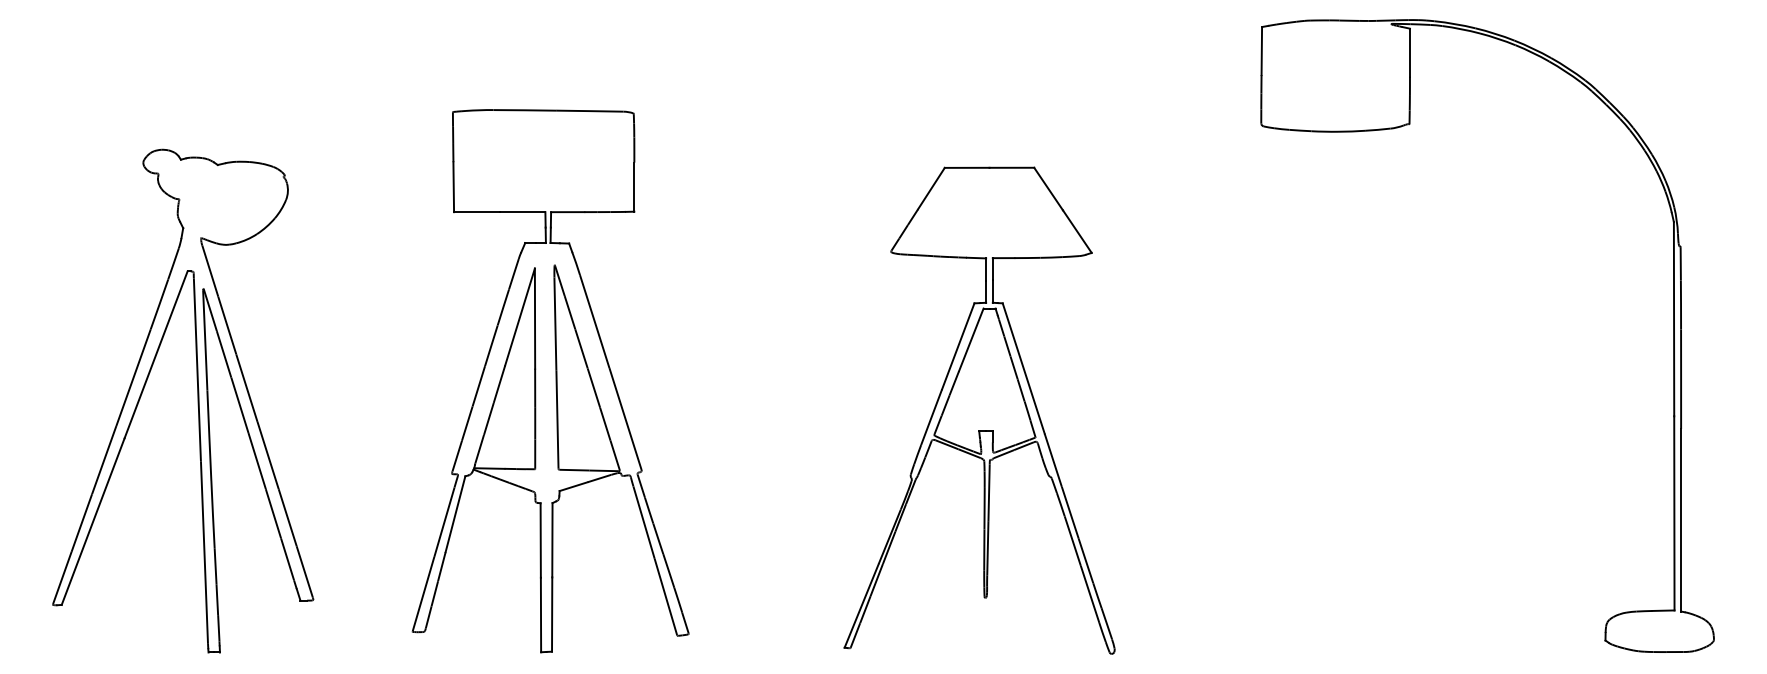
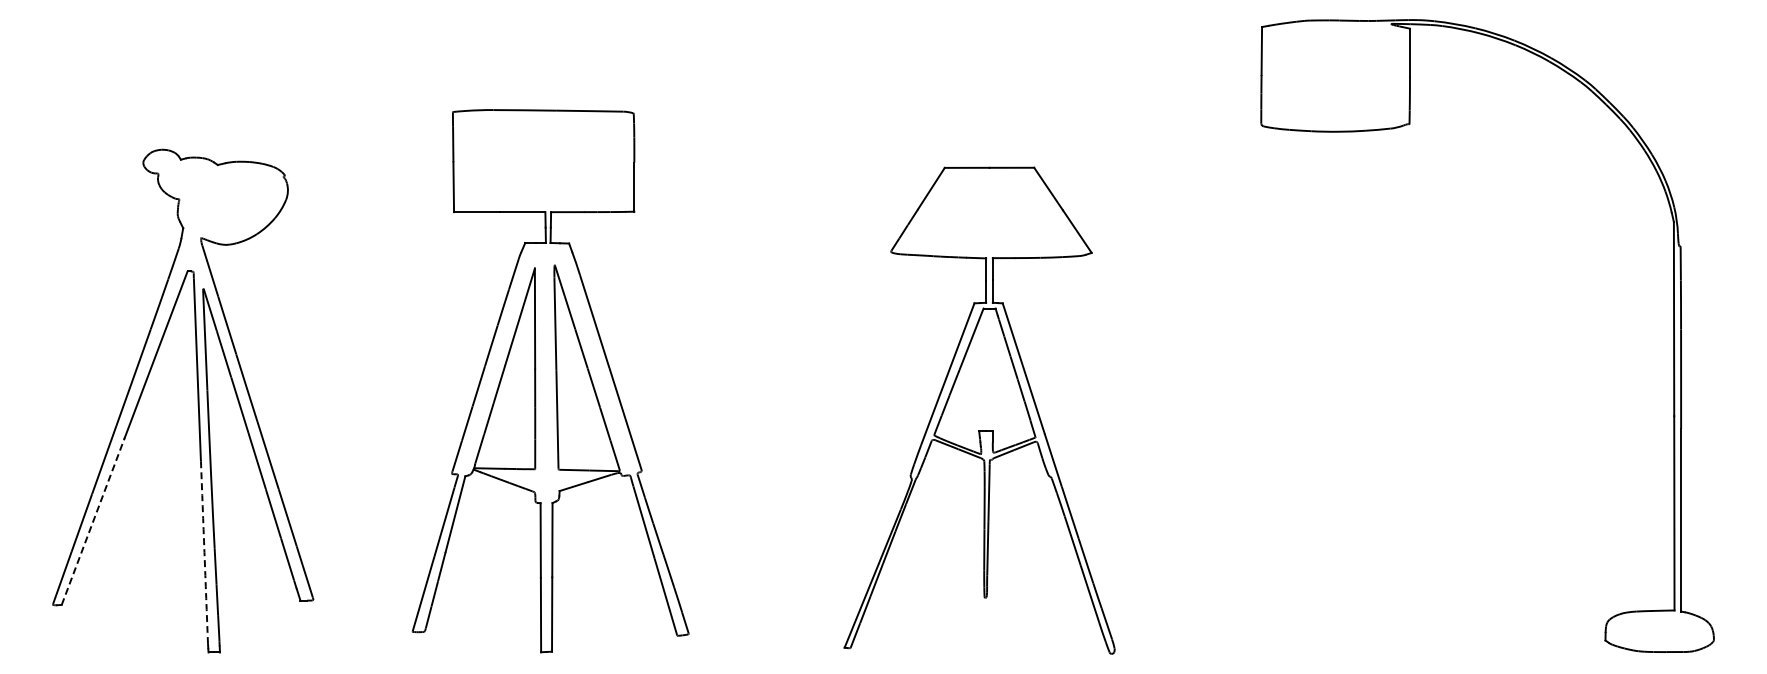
line at (93, 521): solid -> dashed
arc at (204, 552): solid -> dashed
